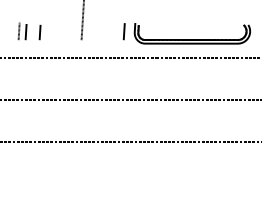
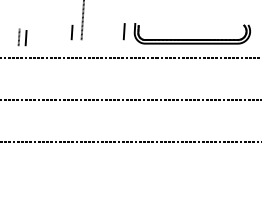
part at (22, 31) position: (22, 31) -> (22, 37)
line at (39, 32) position: (39, 32) -> (71, 32)
